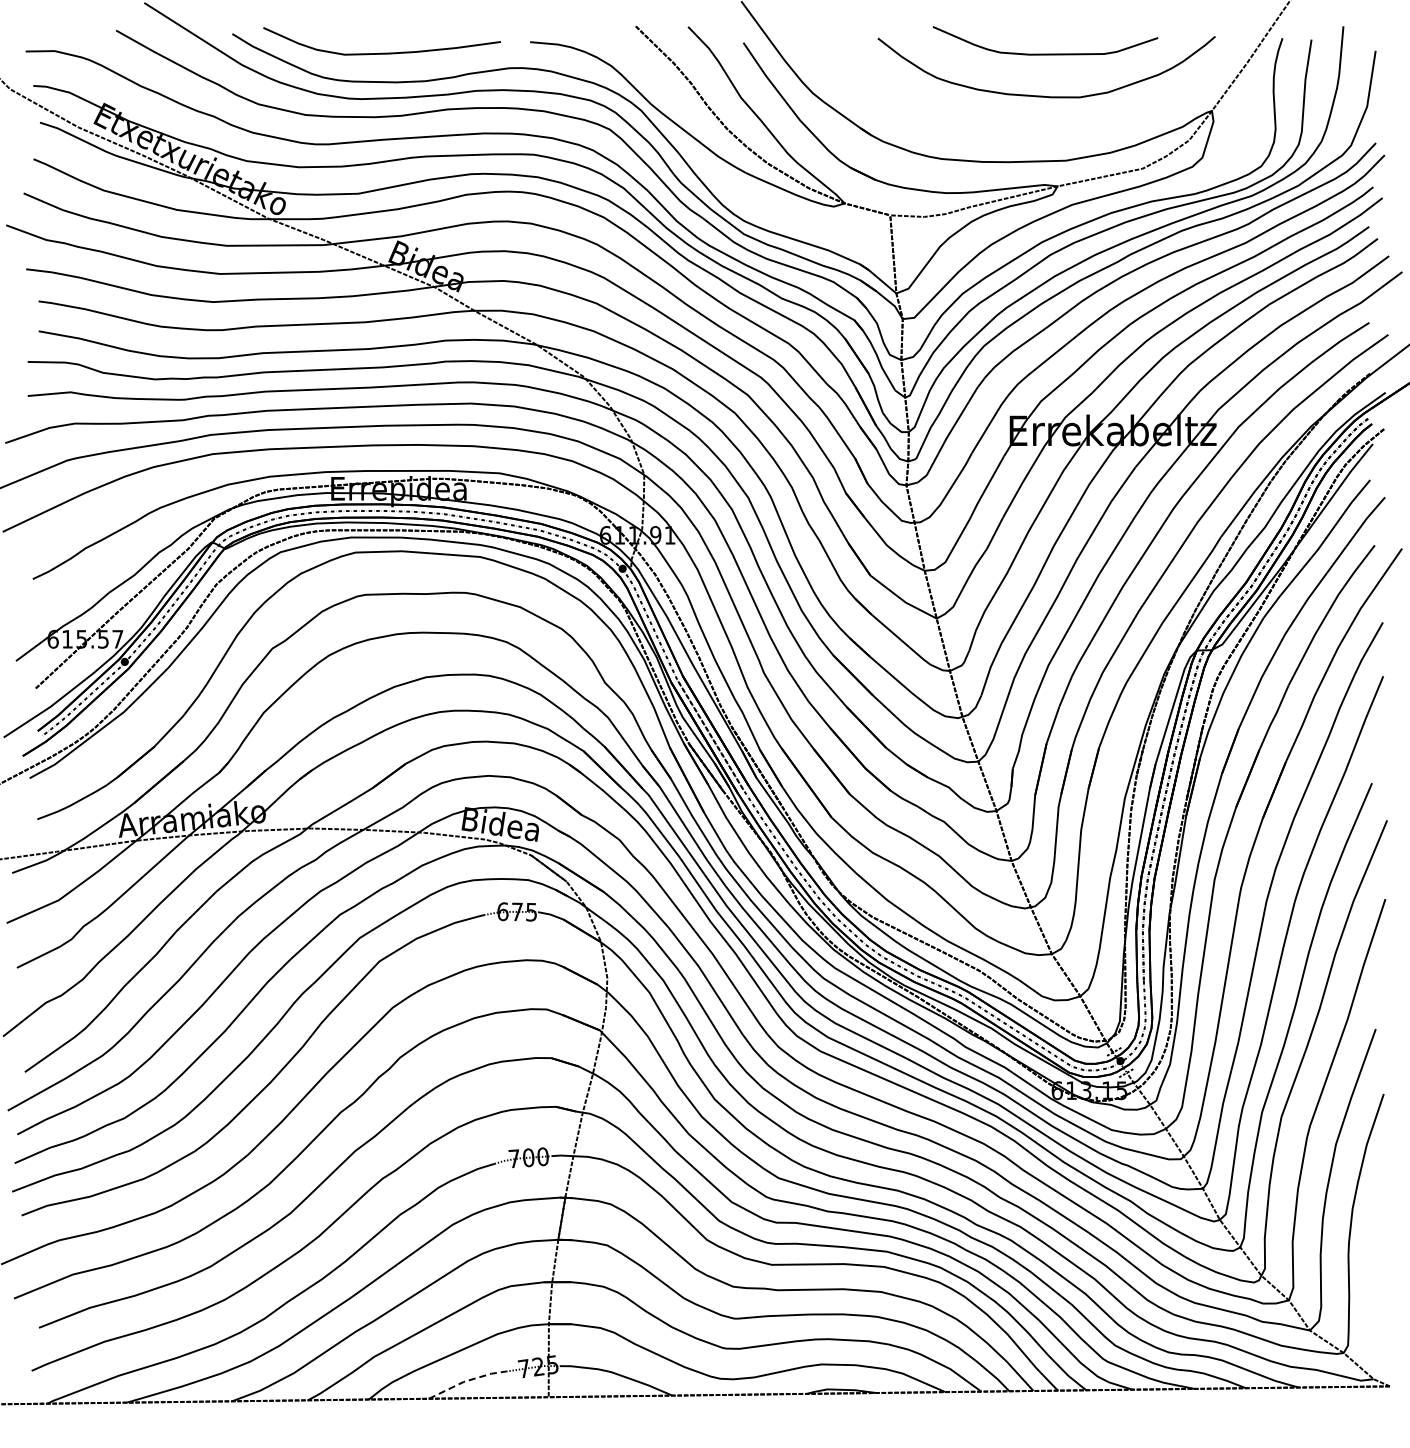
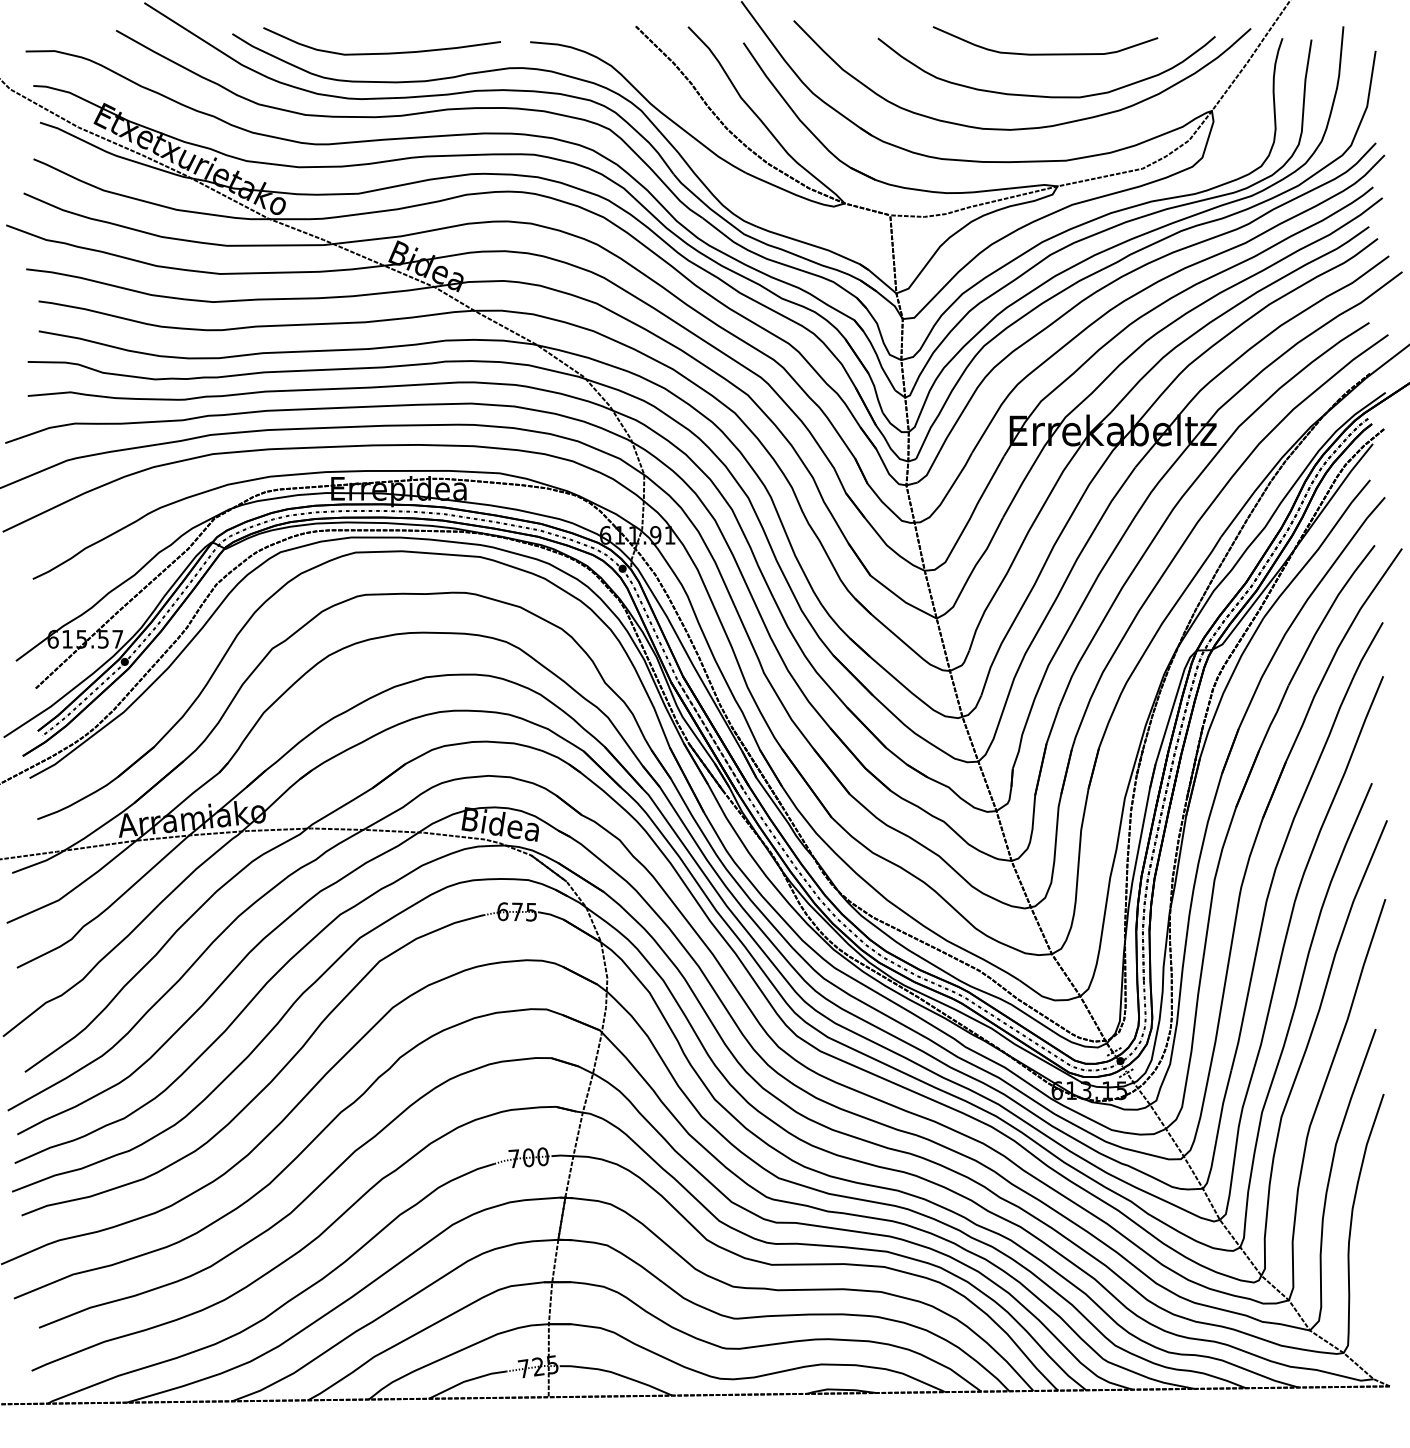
curve at (1026, 127): none -> present
line at (466, 1381): dashed -> solid
